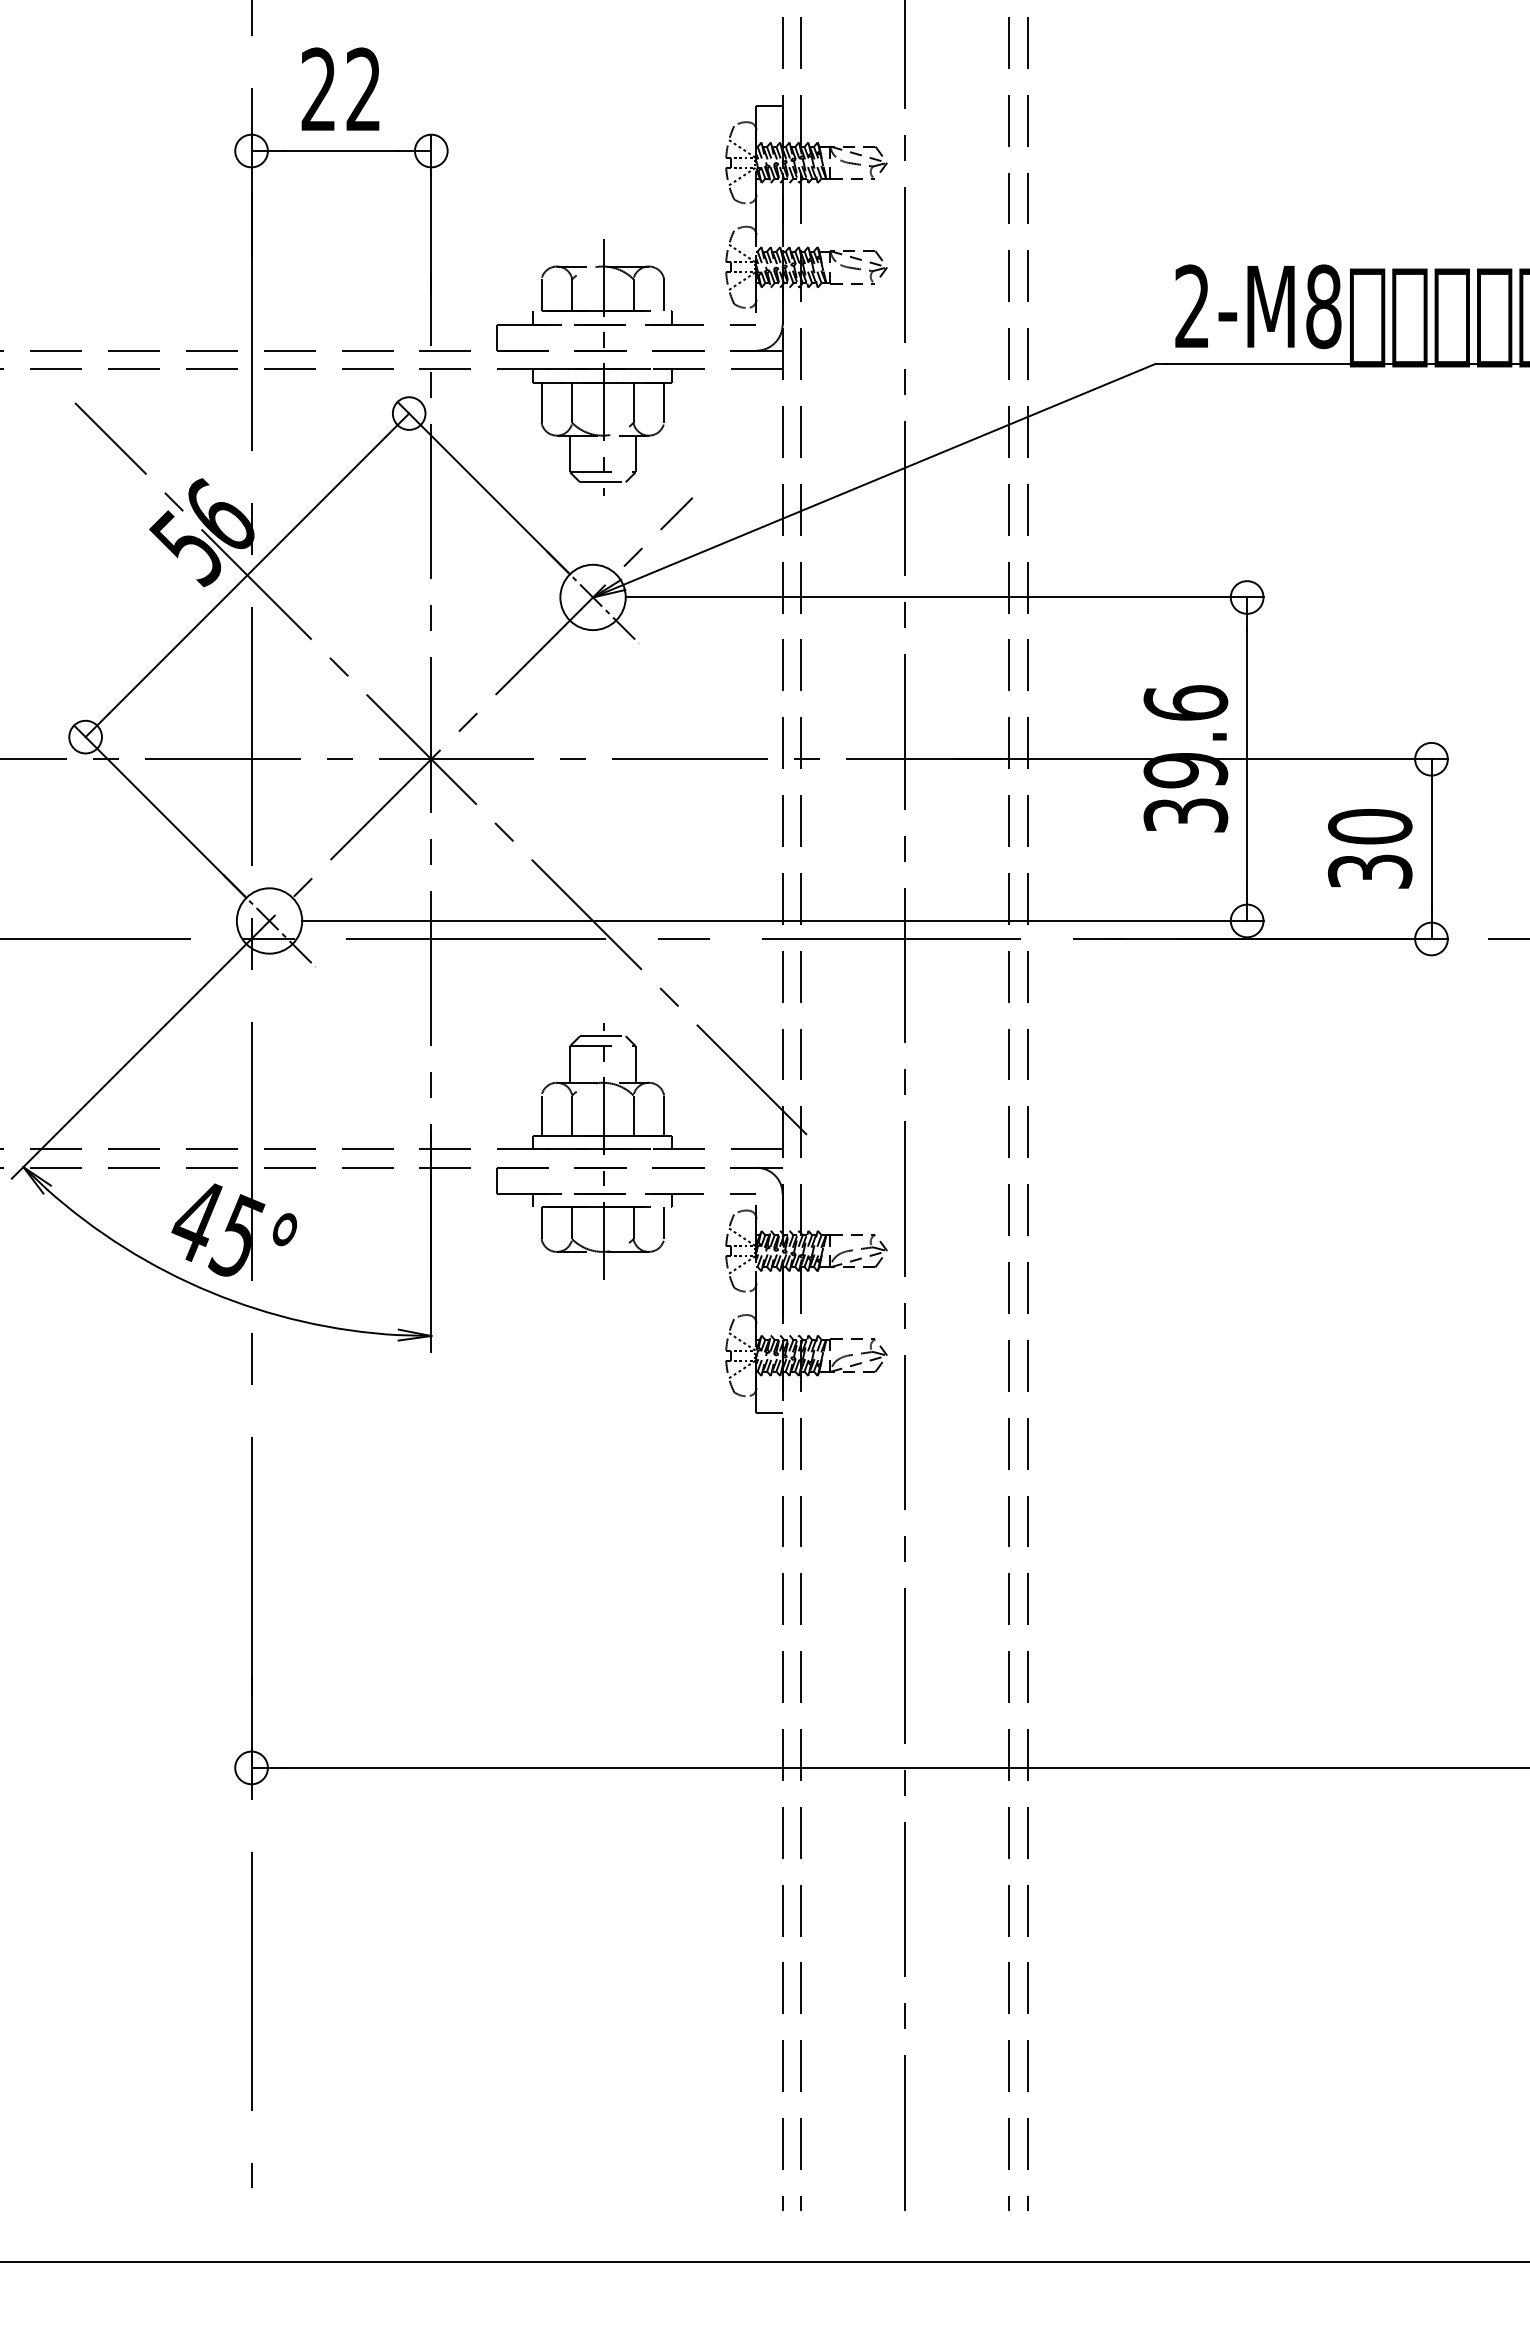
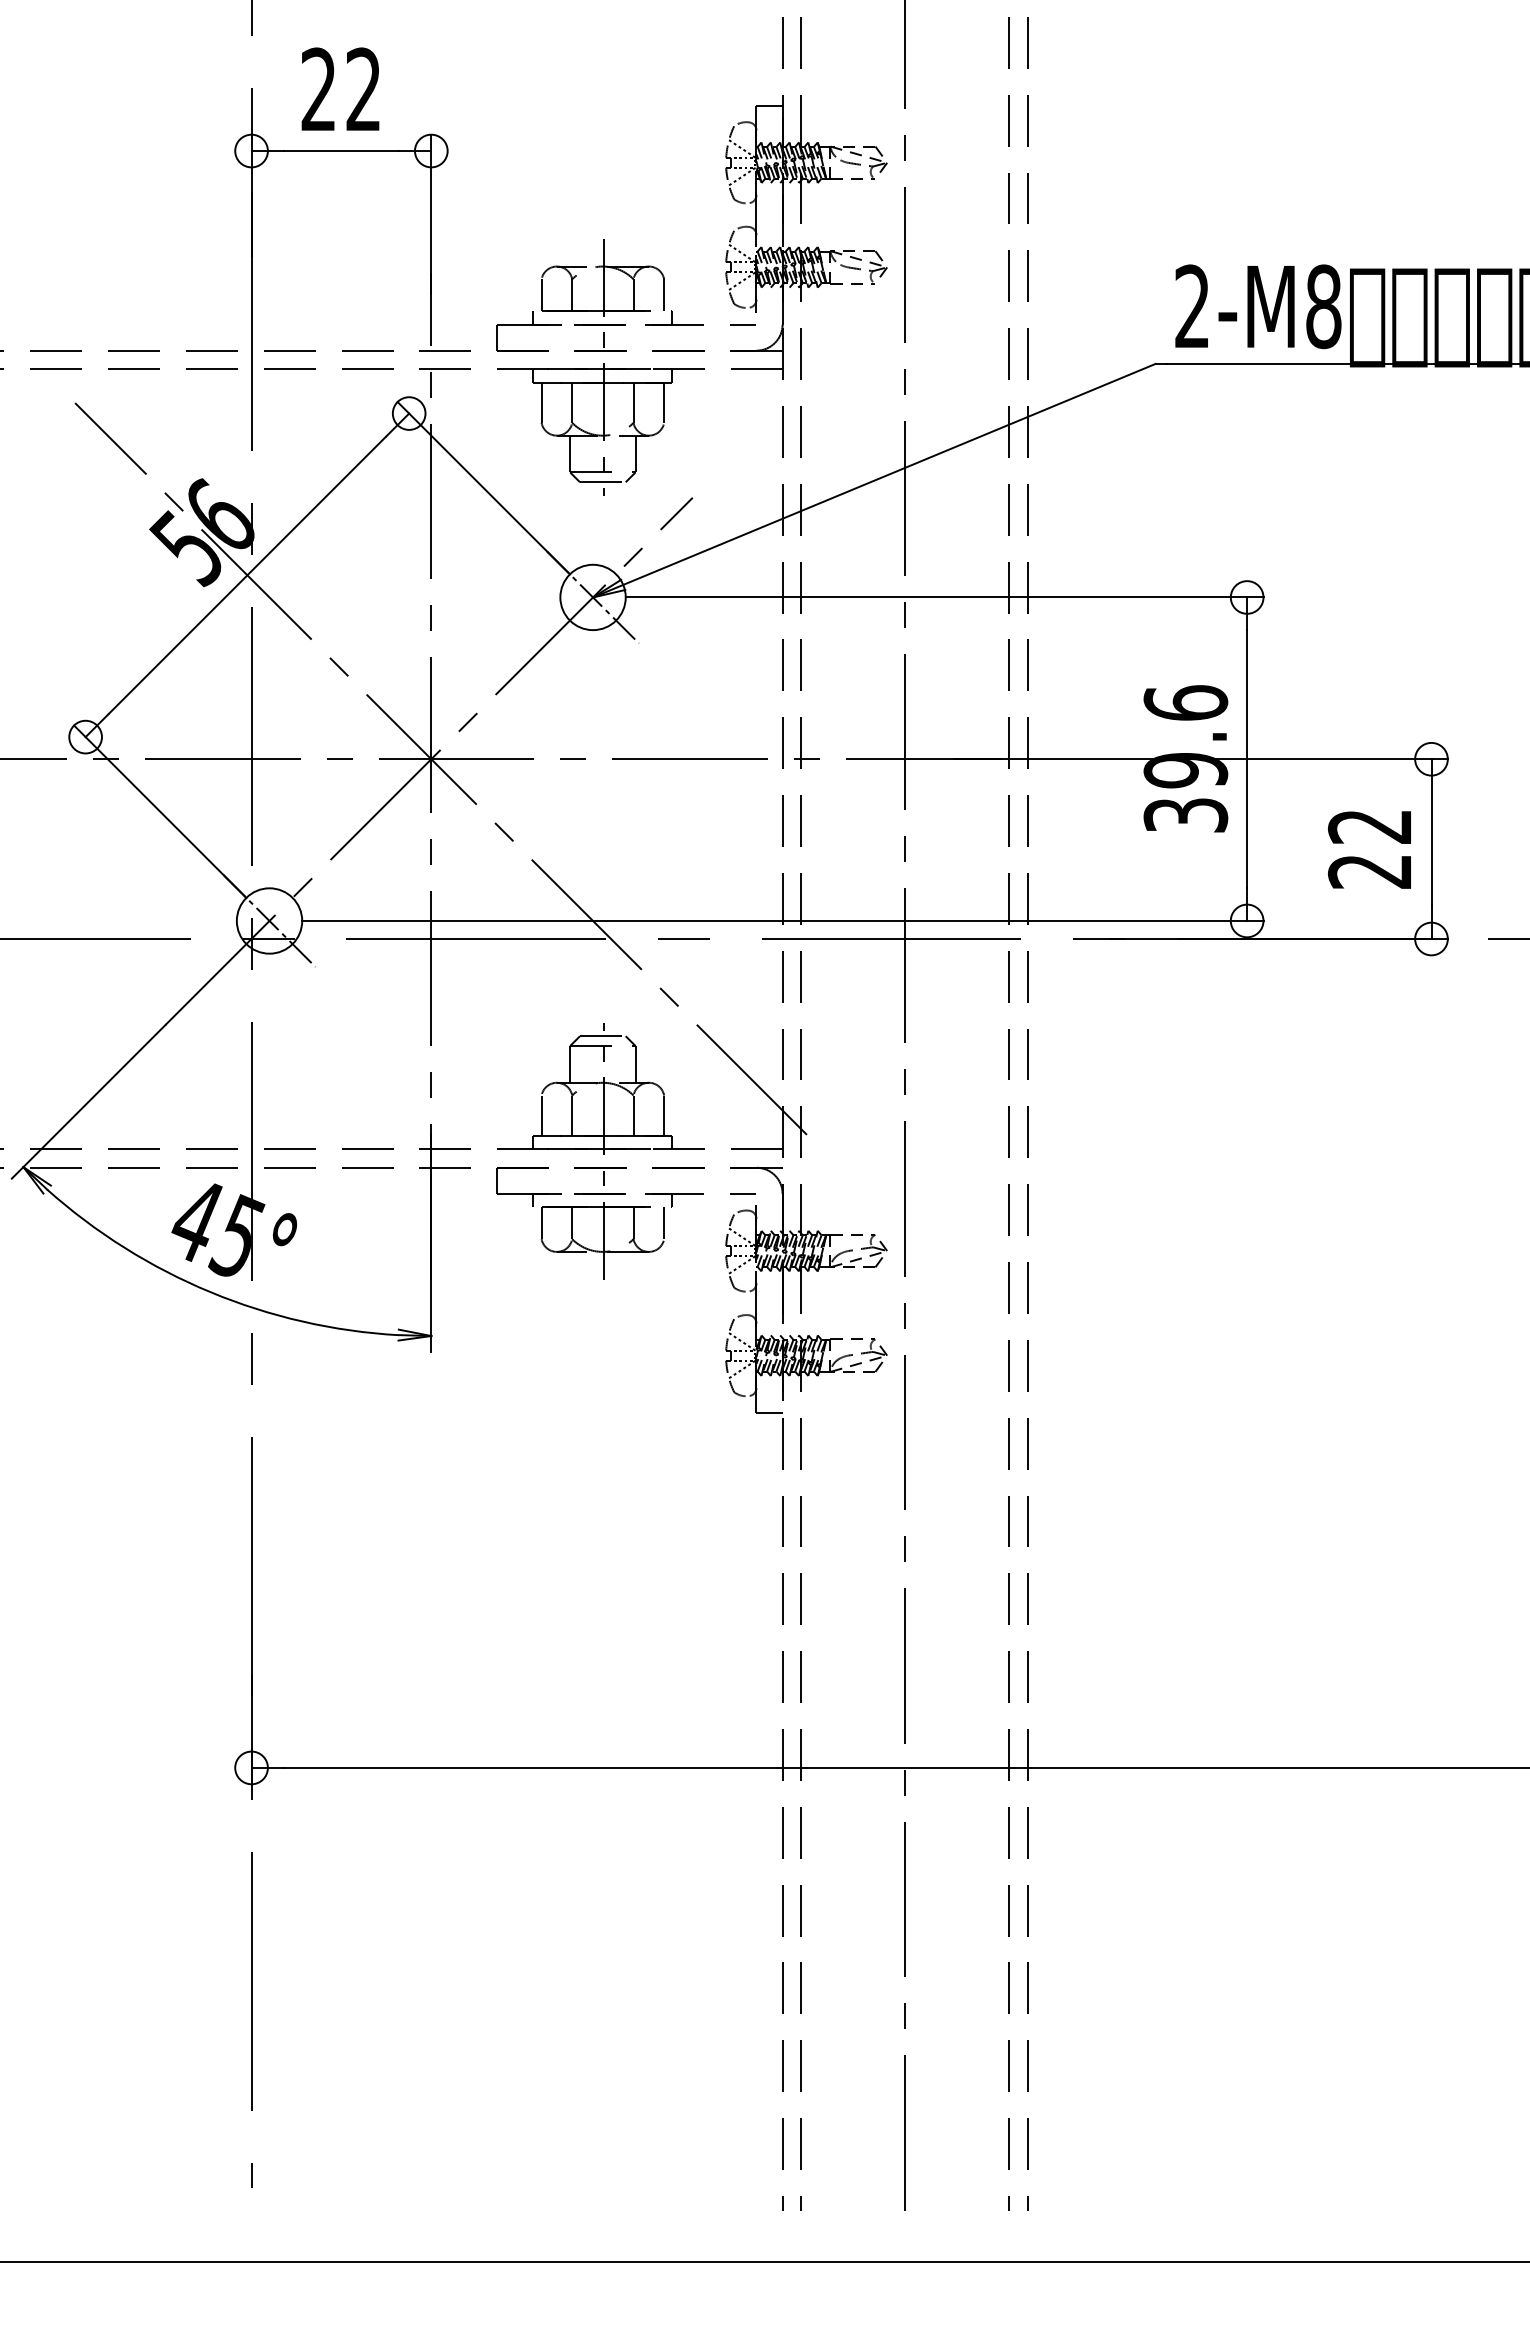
text at (1370, 848): 30 -> 22
